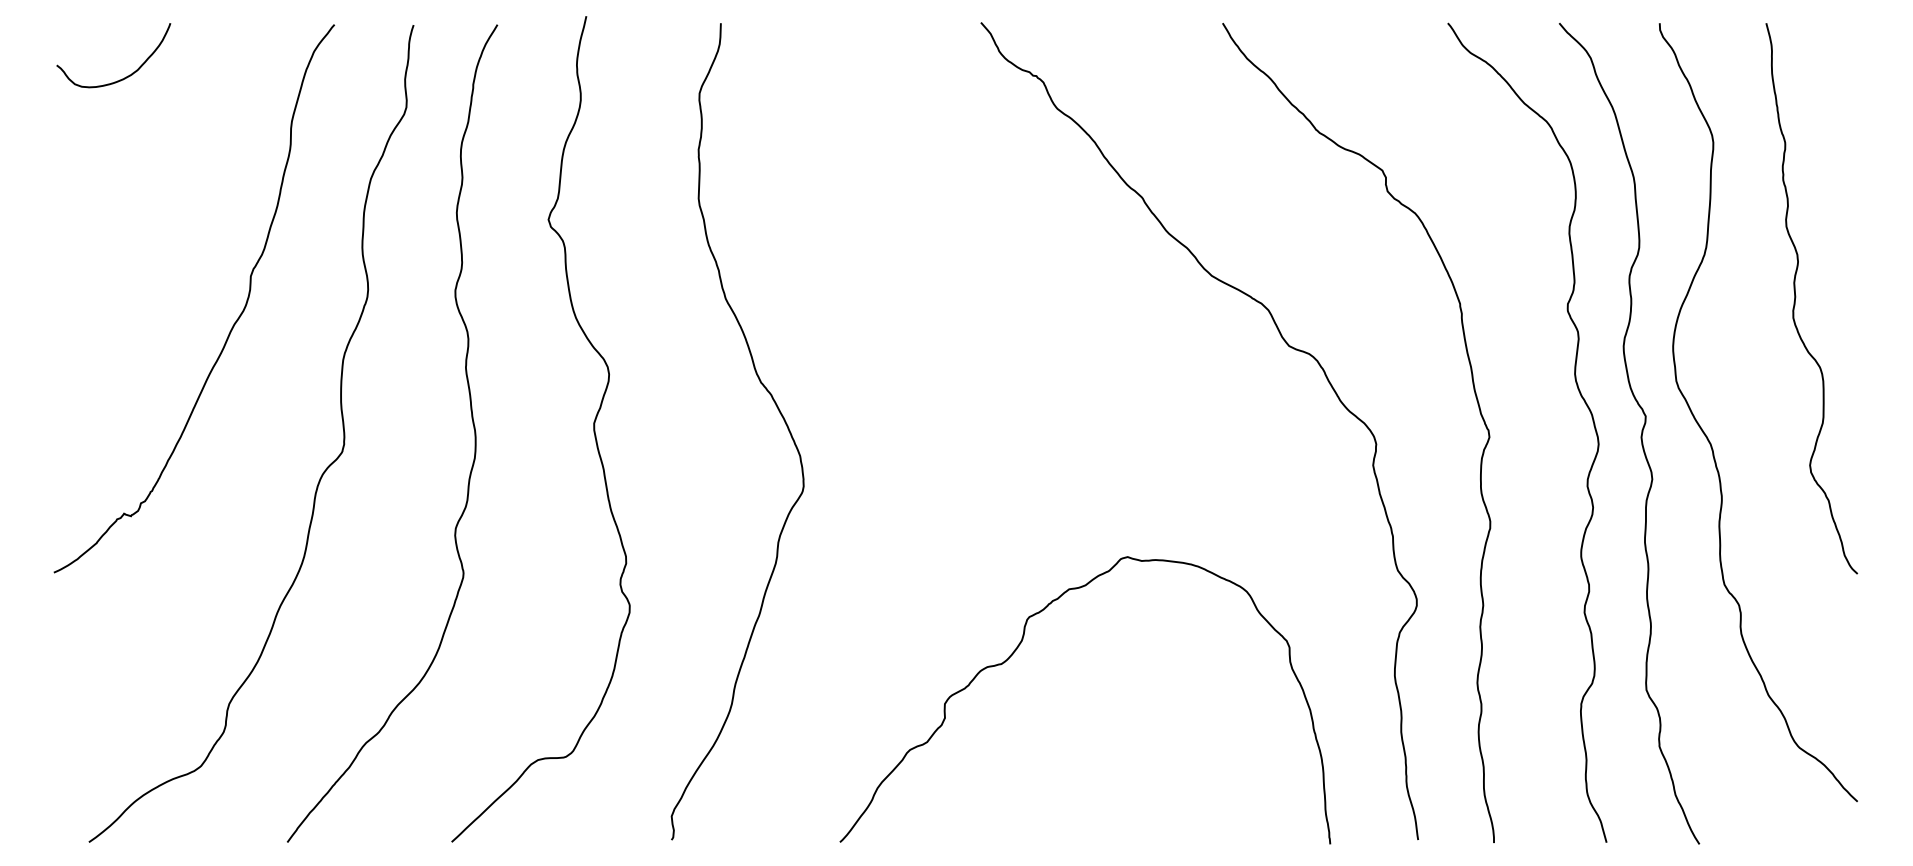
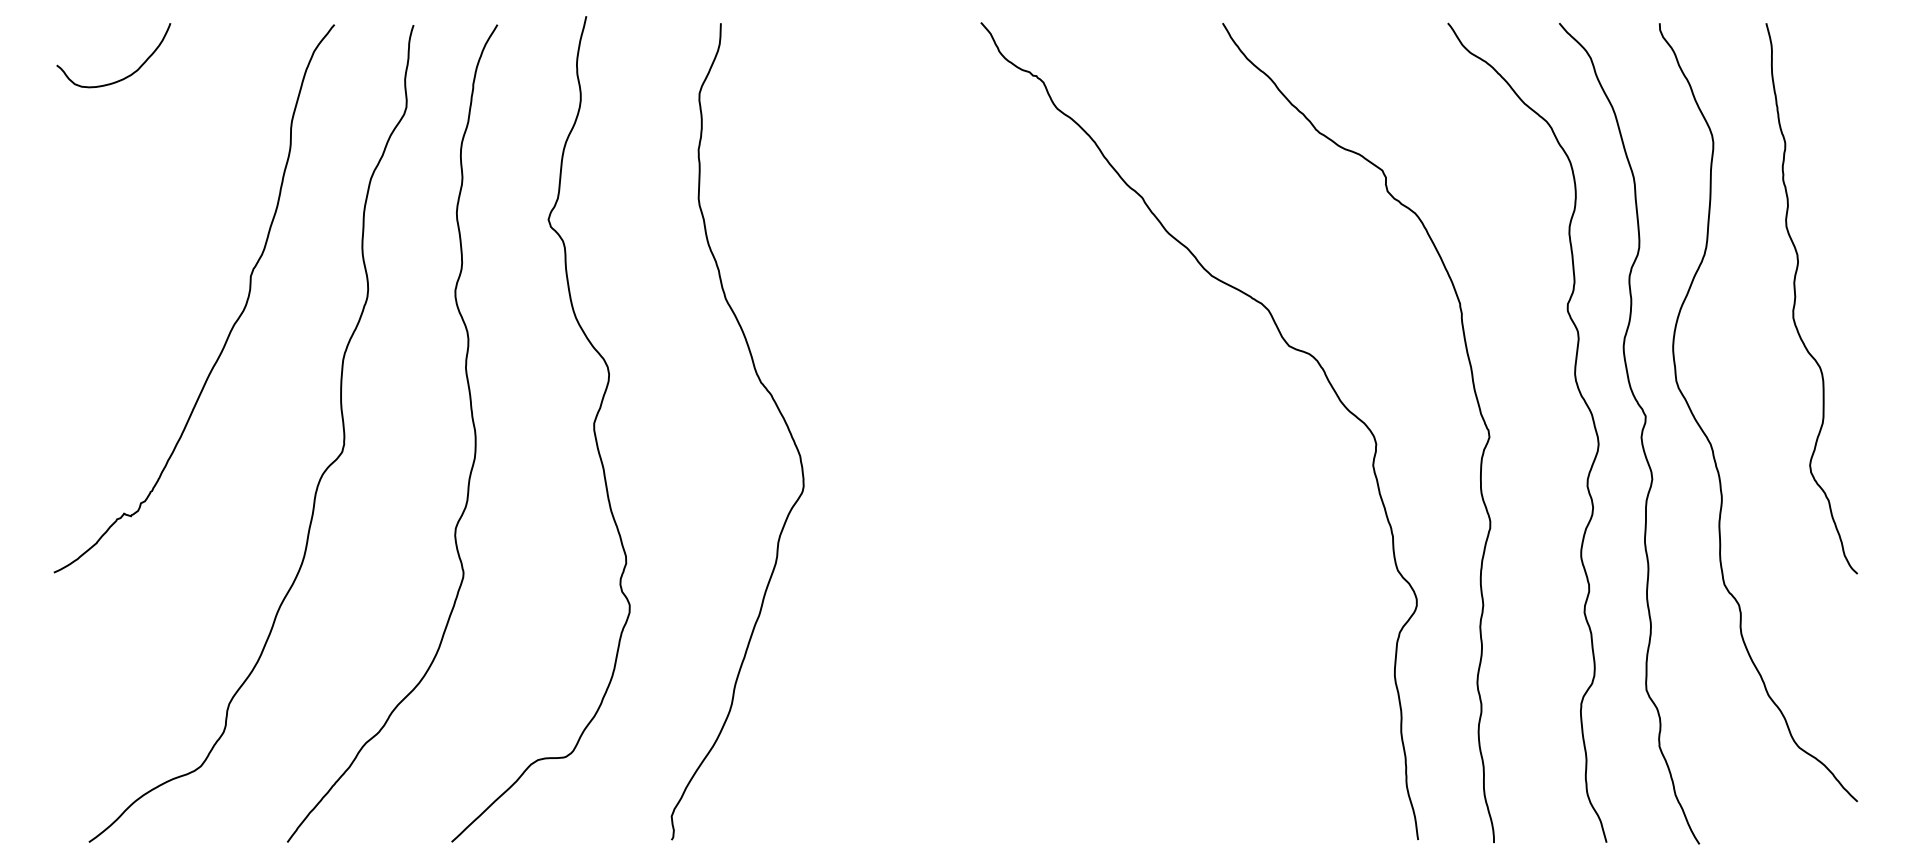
curve at (1017, 649): present -> none
